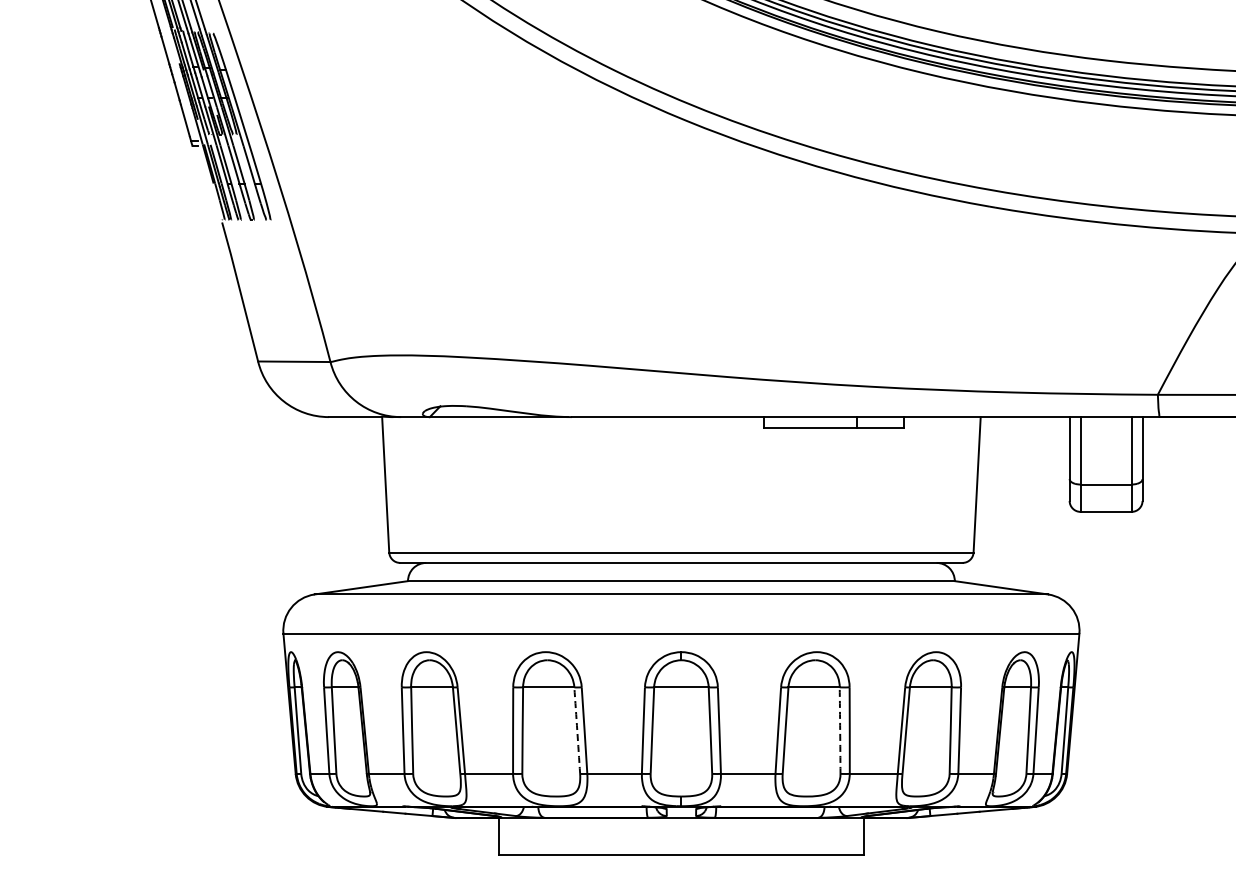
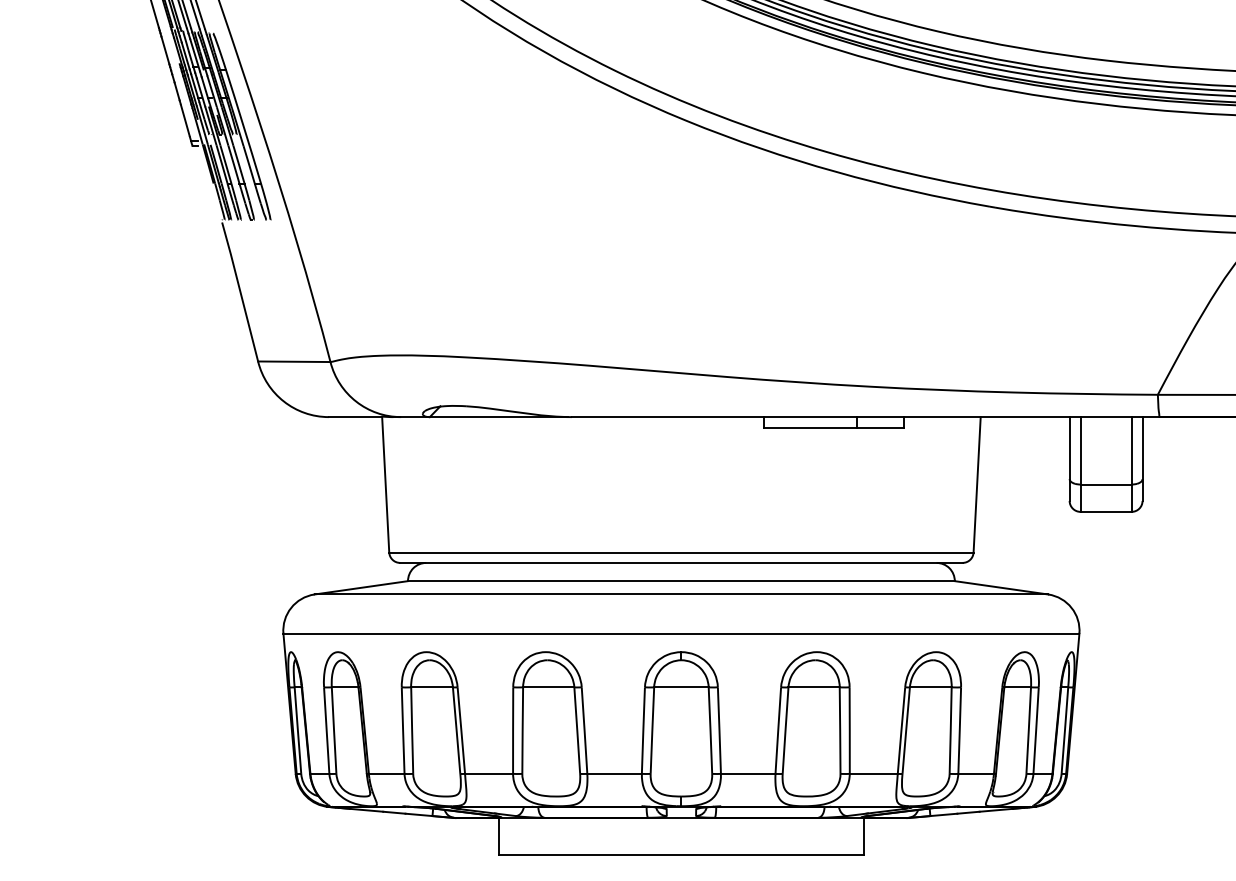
arc at (577, 730): dashed -> solid
arc at (840, 730): dashed -> solid
